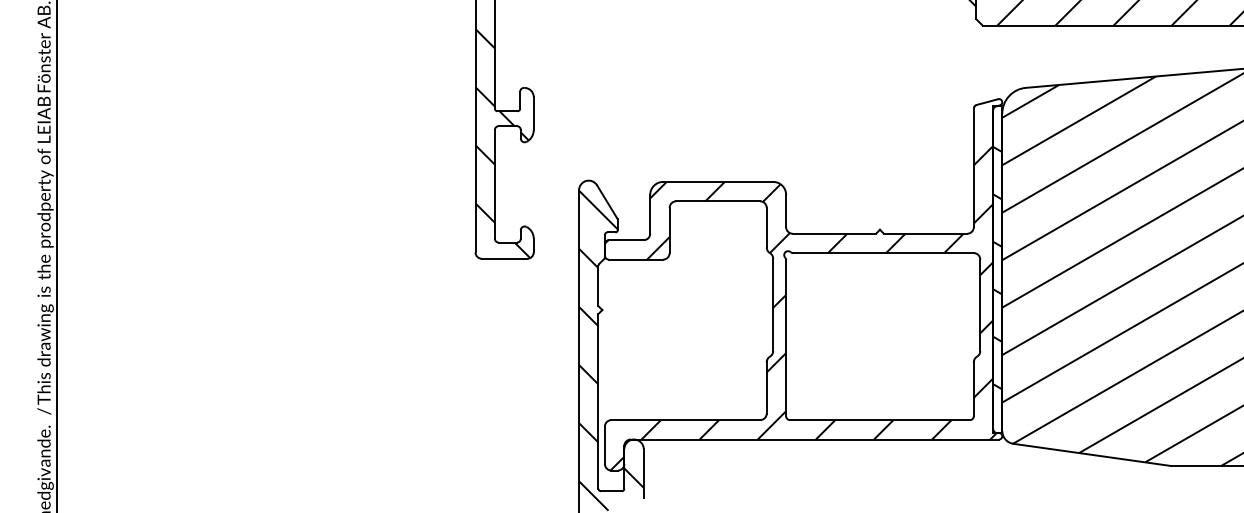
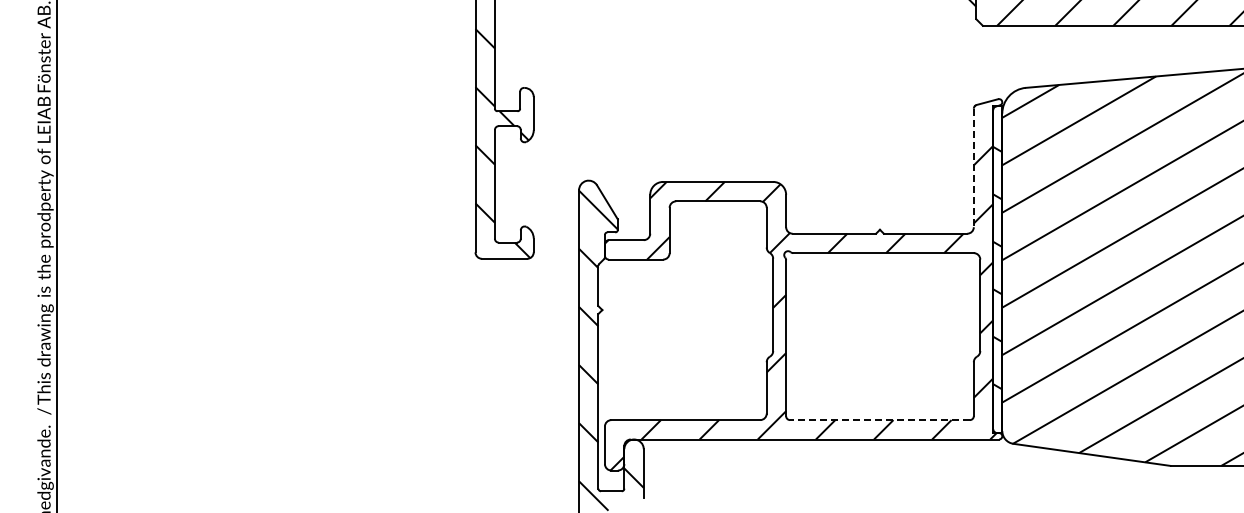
line at (973, 168): solid -> dashed
line at (879, 420): solid -> dashed
